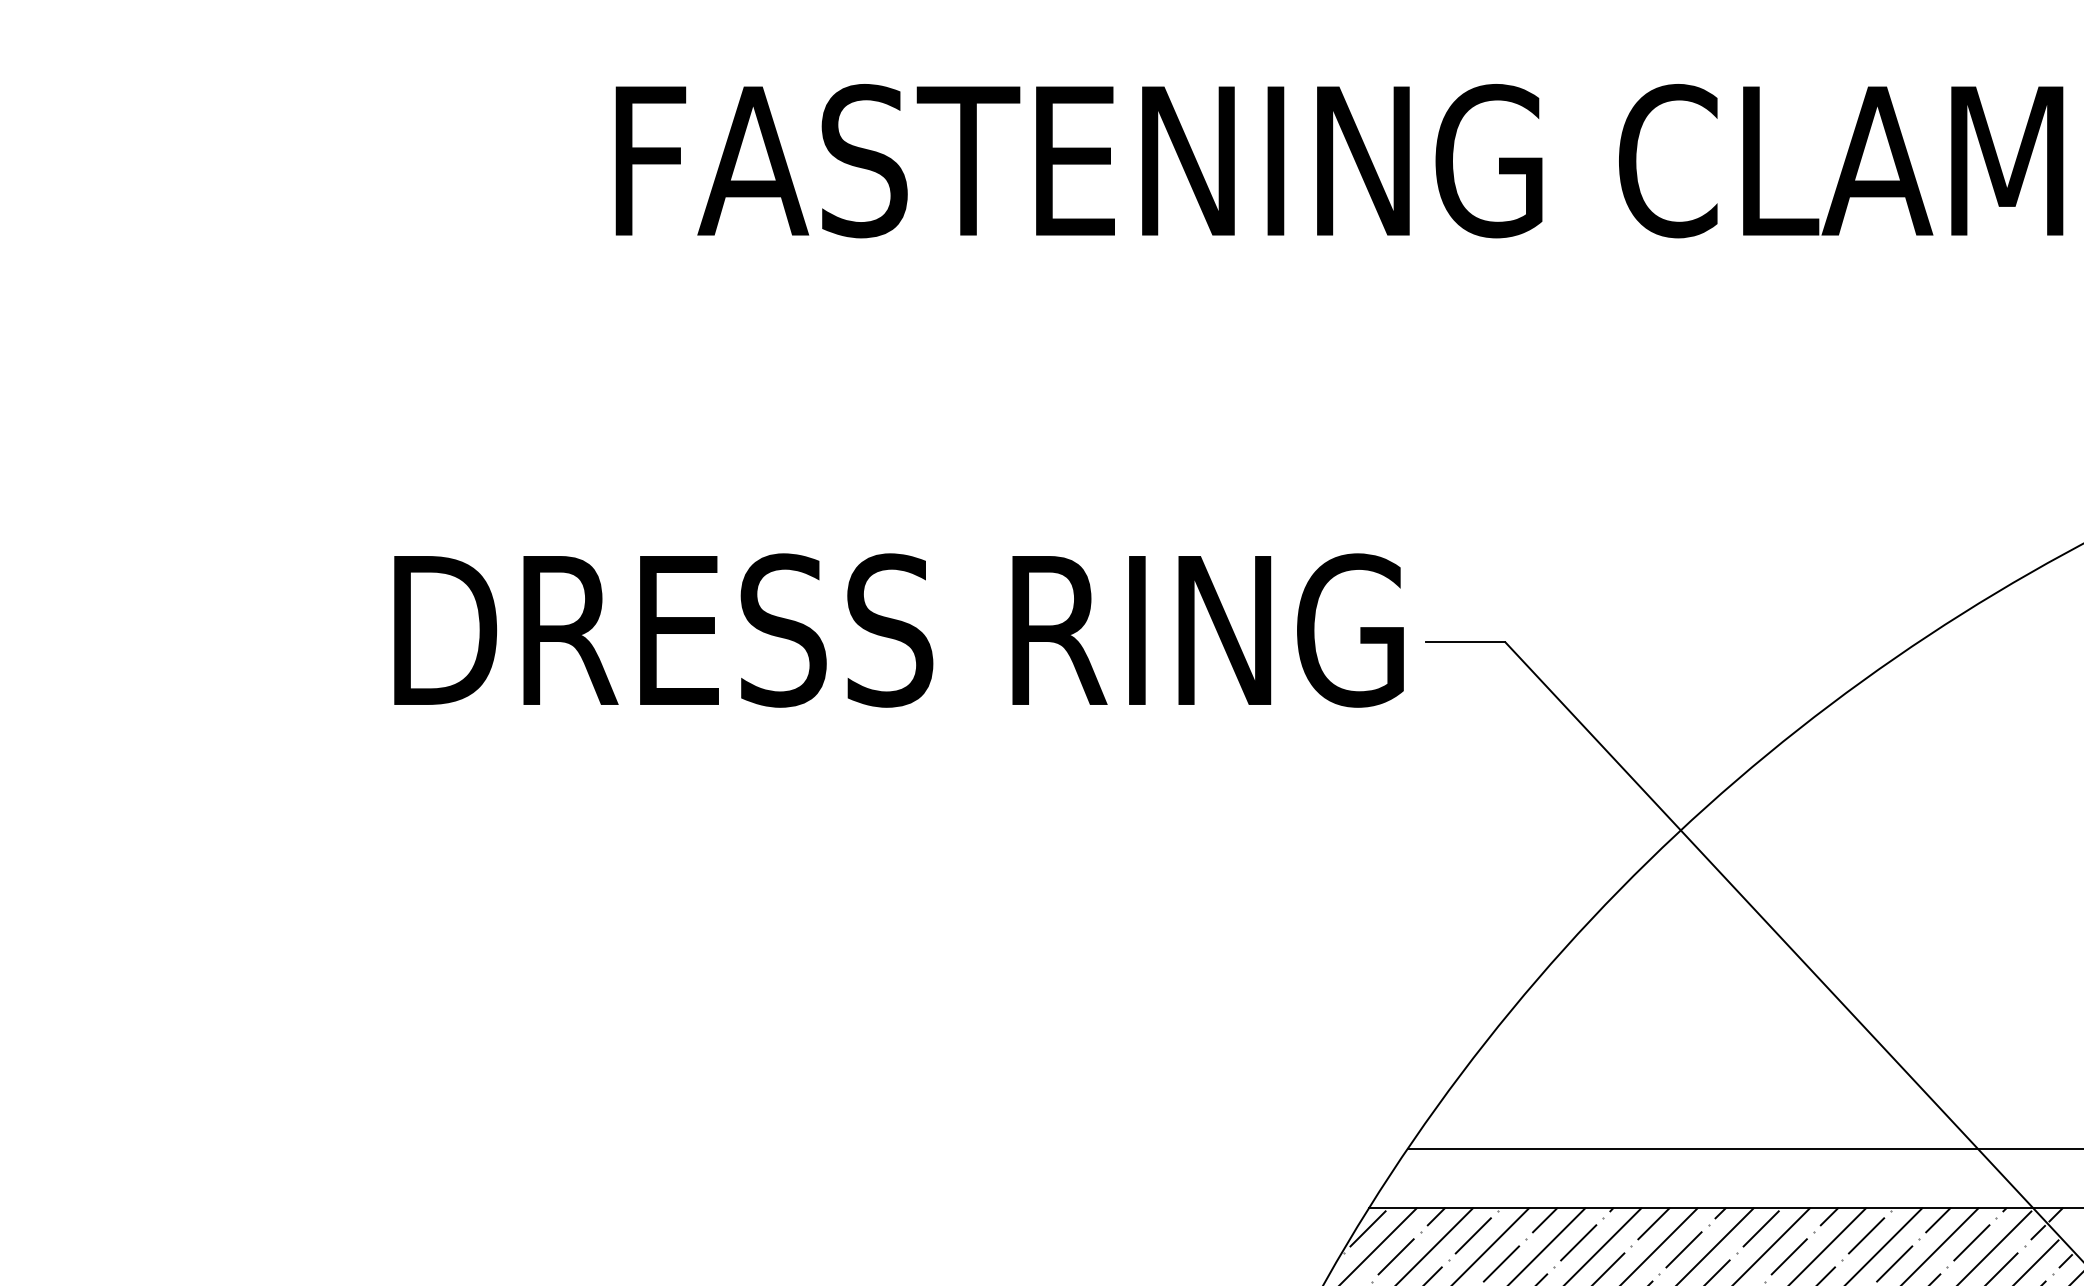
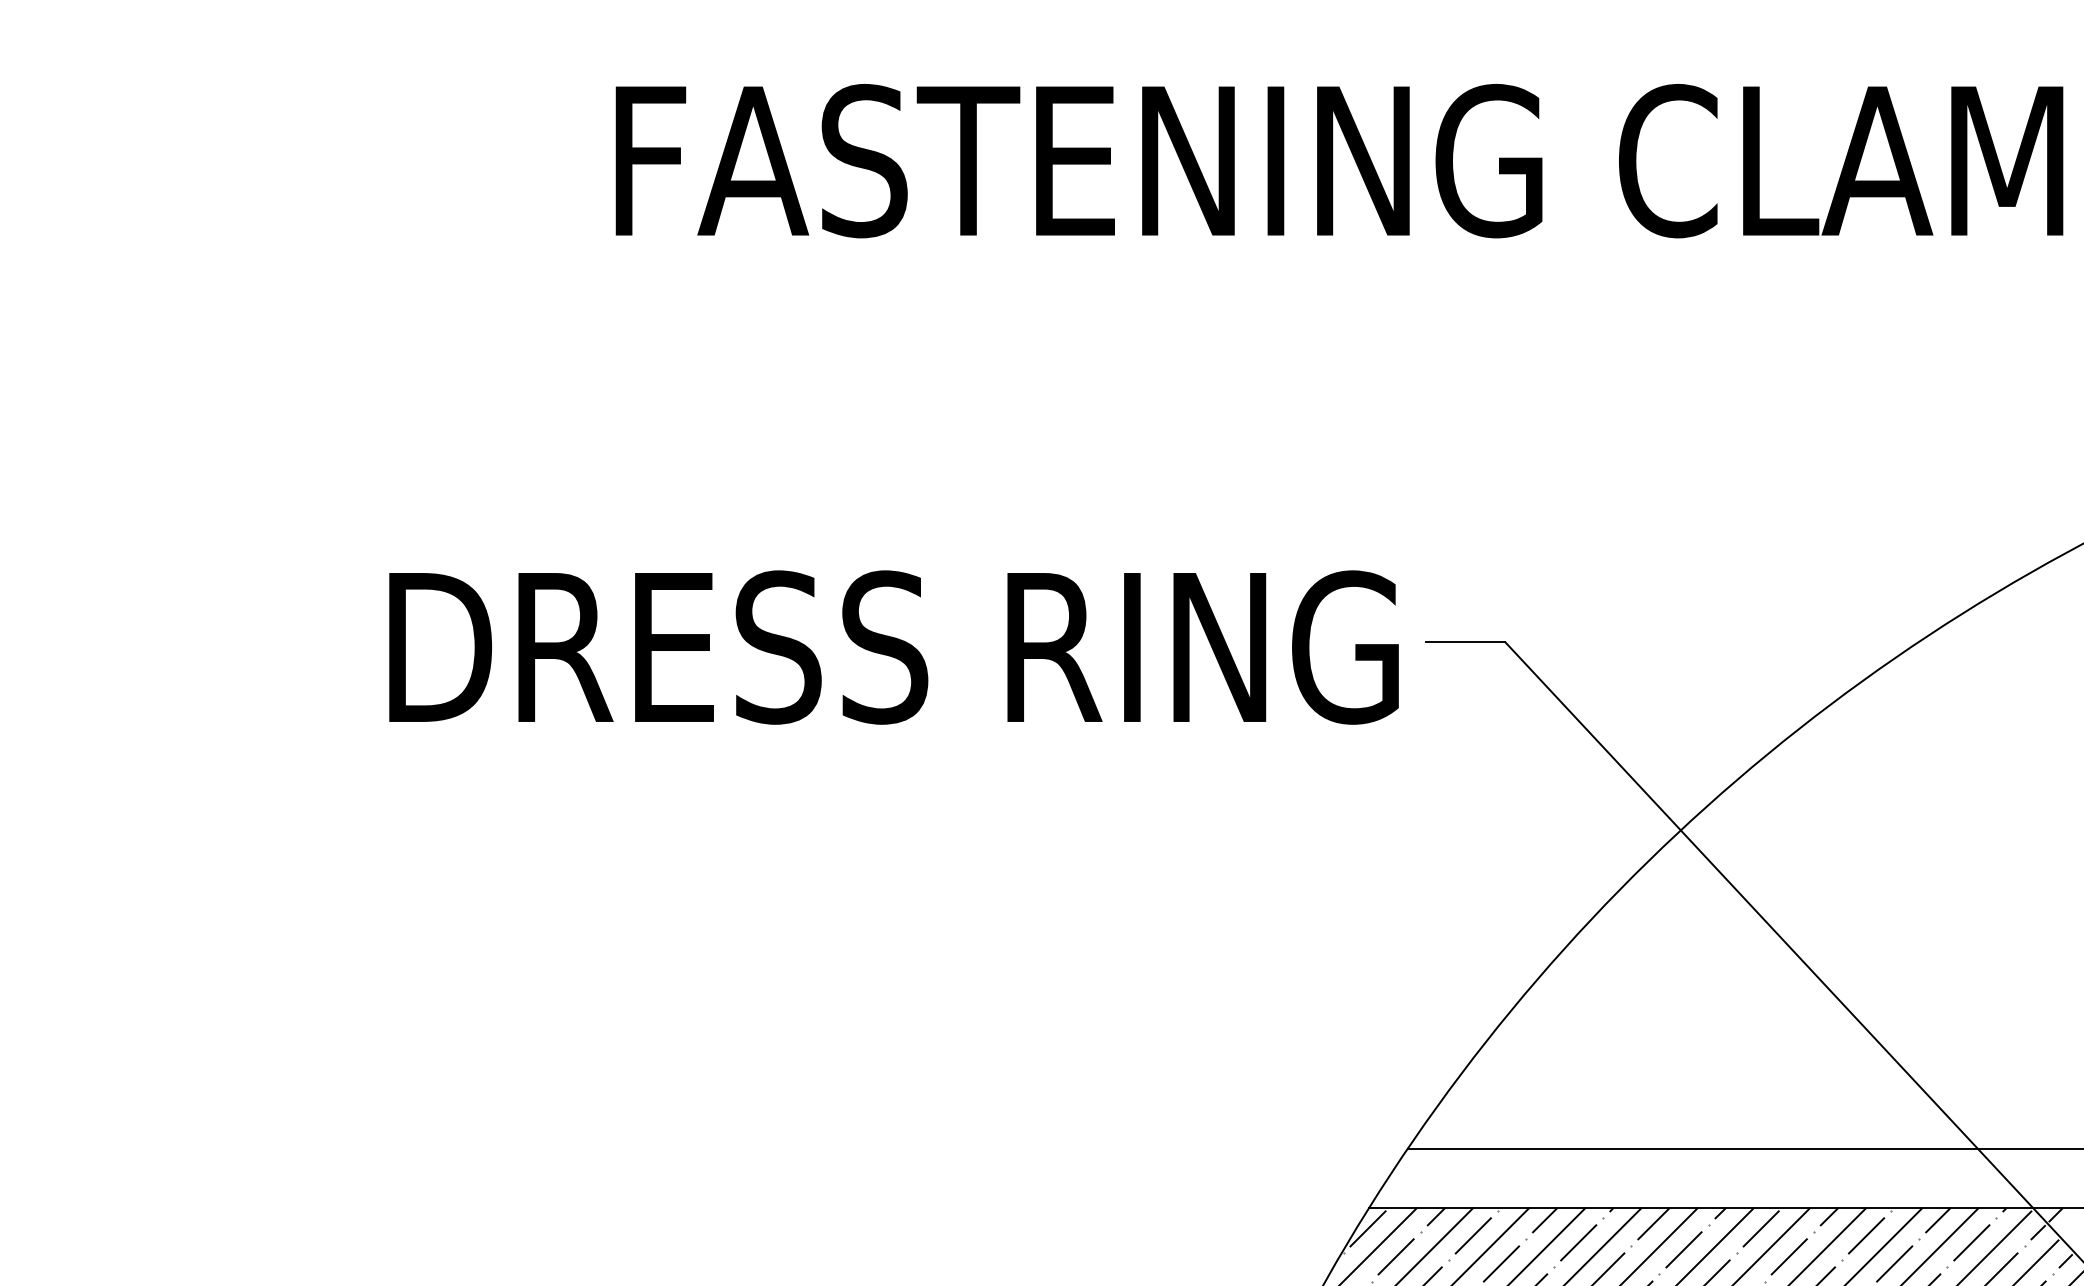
text at (898, 630) position: (898, 630) -> (893, 647)
